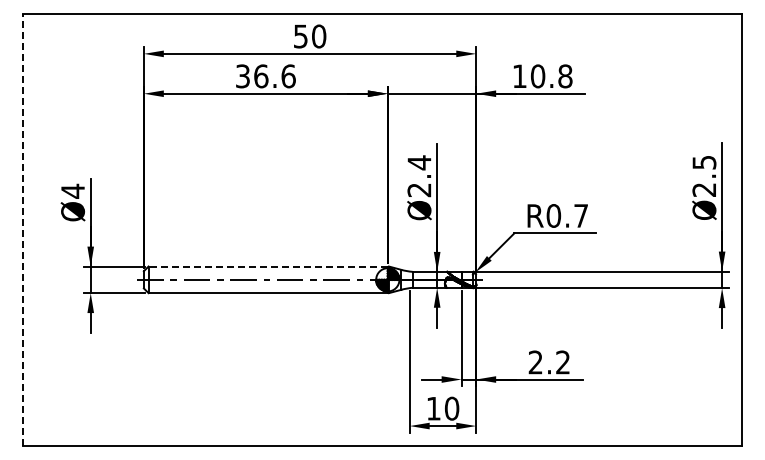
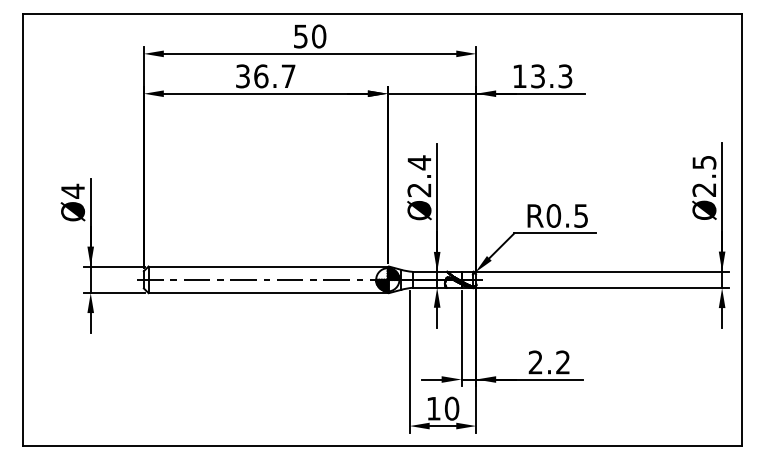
text at (288, 76): 36.6 -> 36.7
text at (551, 76): 10.8 -> 13.3
text at (580, 215): R0.7 -> R0.5
line at (22, 230): dashed -> solid
line at (268, 266): dashed -> solid
